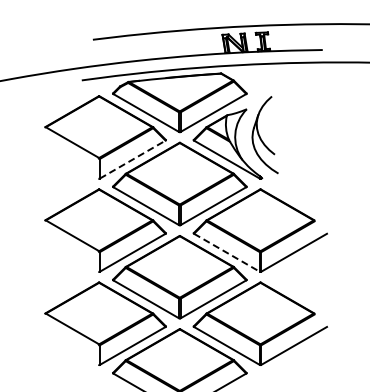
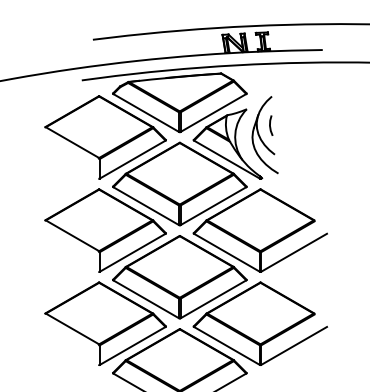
line at (270, 125): none -> present
line at (132, 159): dashed -> solid
line at (226, 252): dashed -> solid
